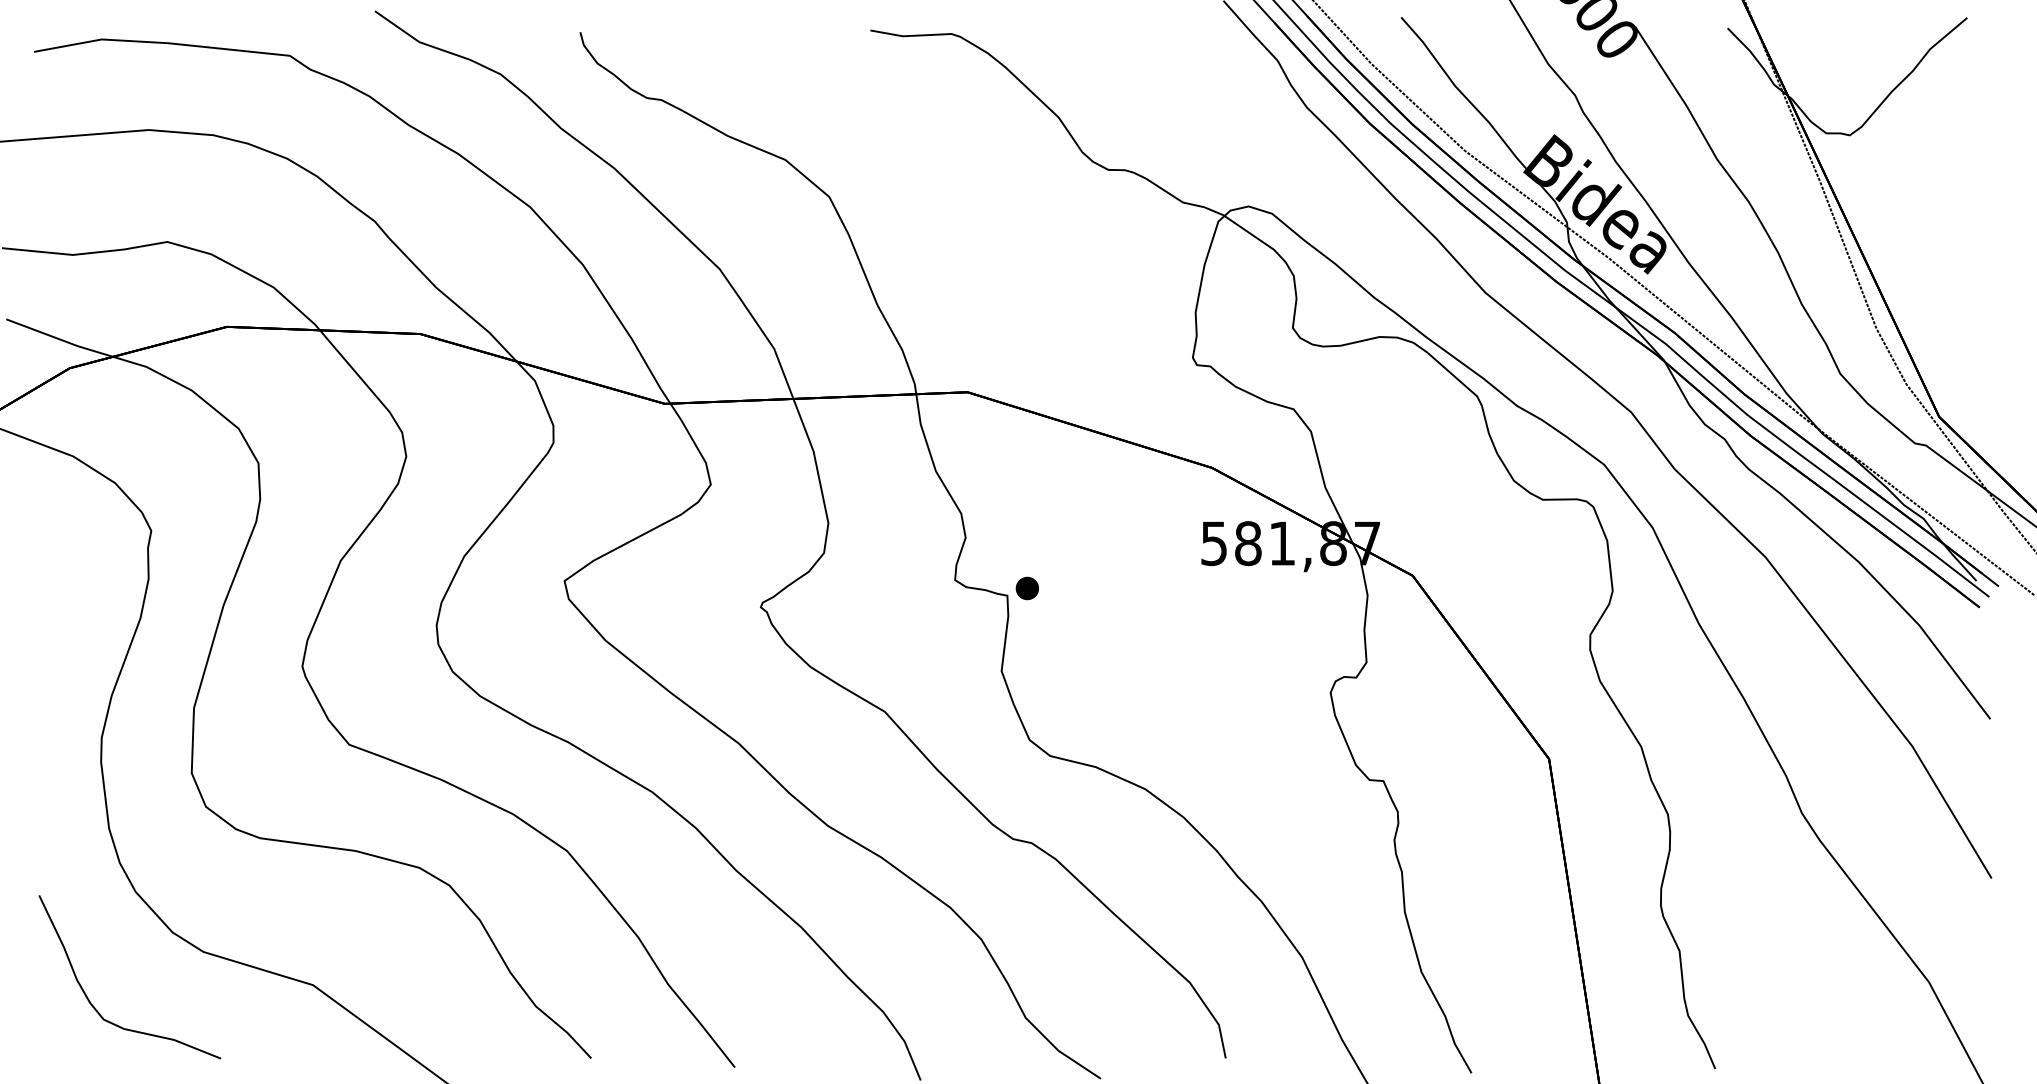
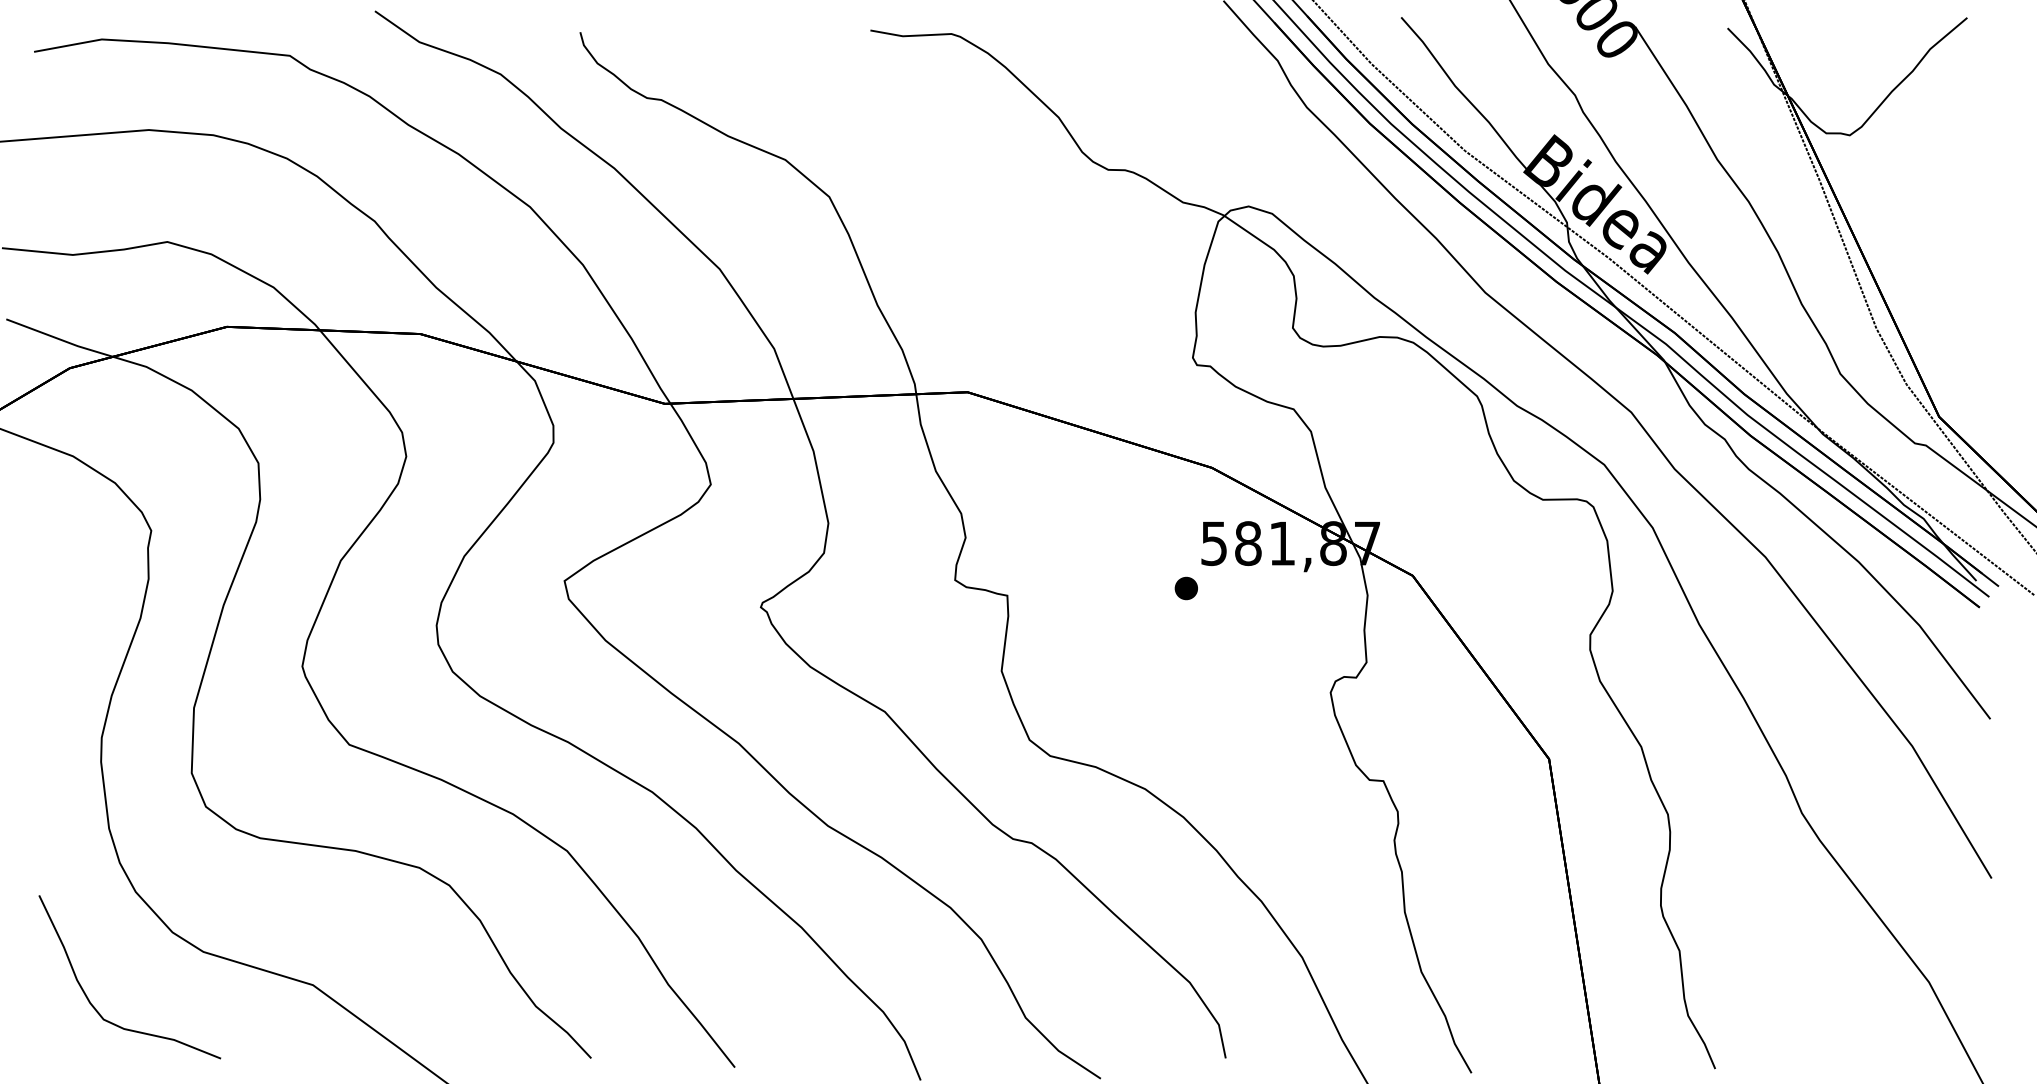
part at (1026, 588) position: (1026, 588) -> (1185, 588)
